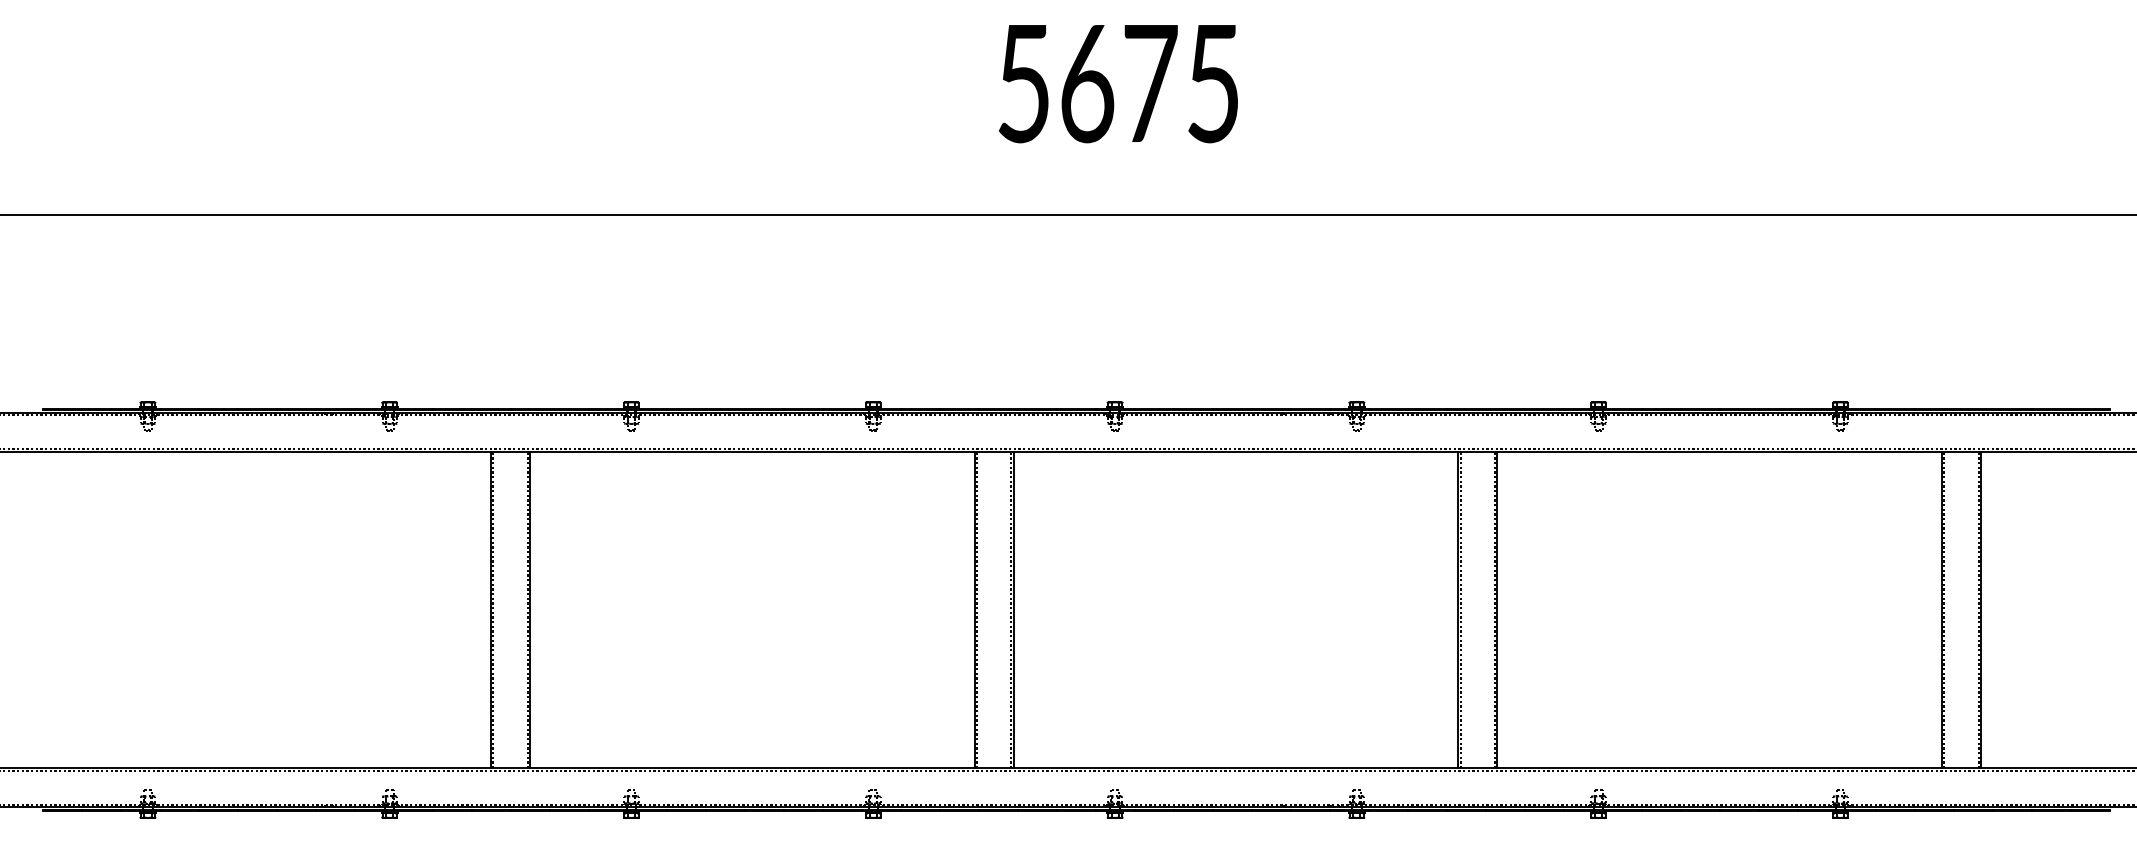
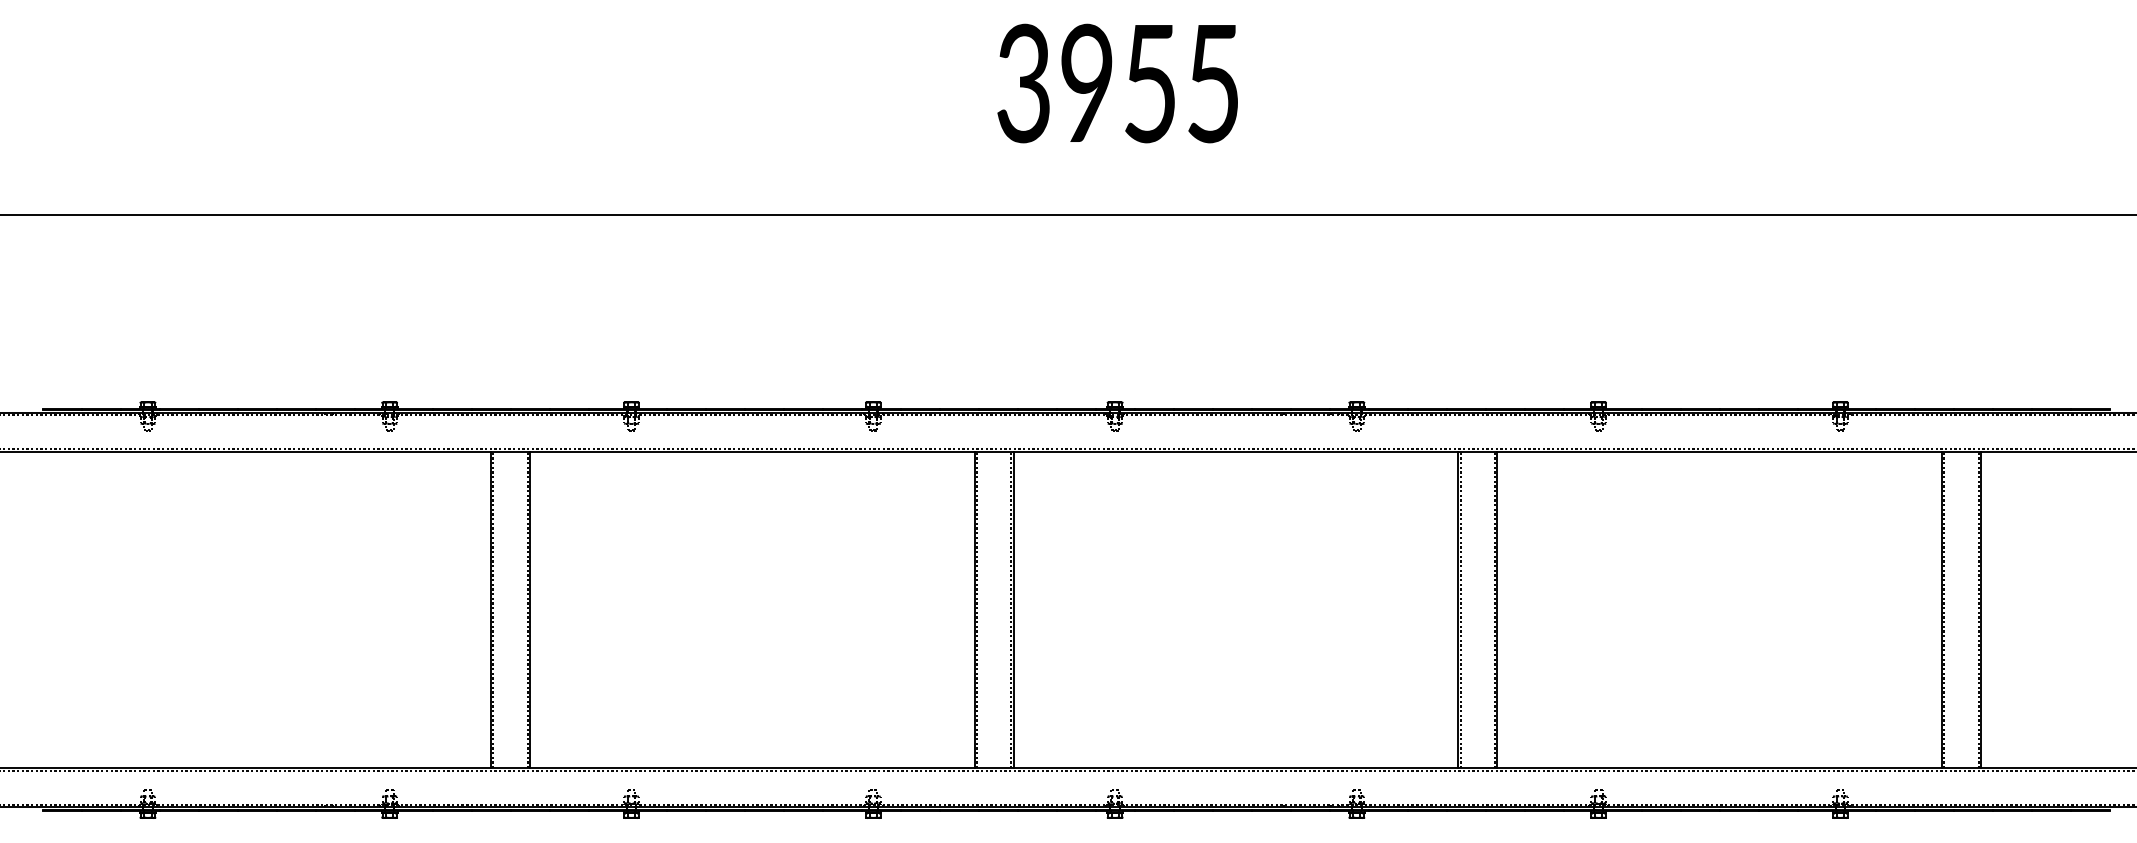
text at (1087, 83): 5675 -> 3955
